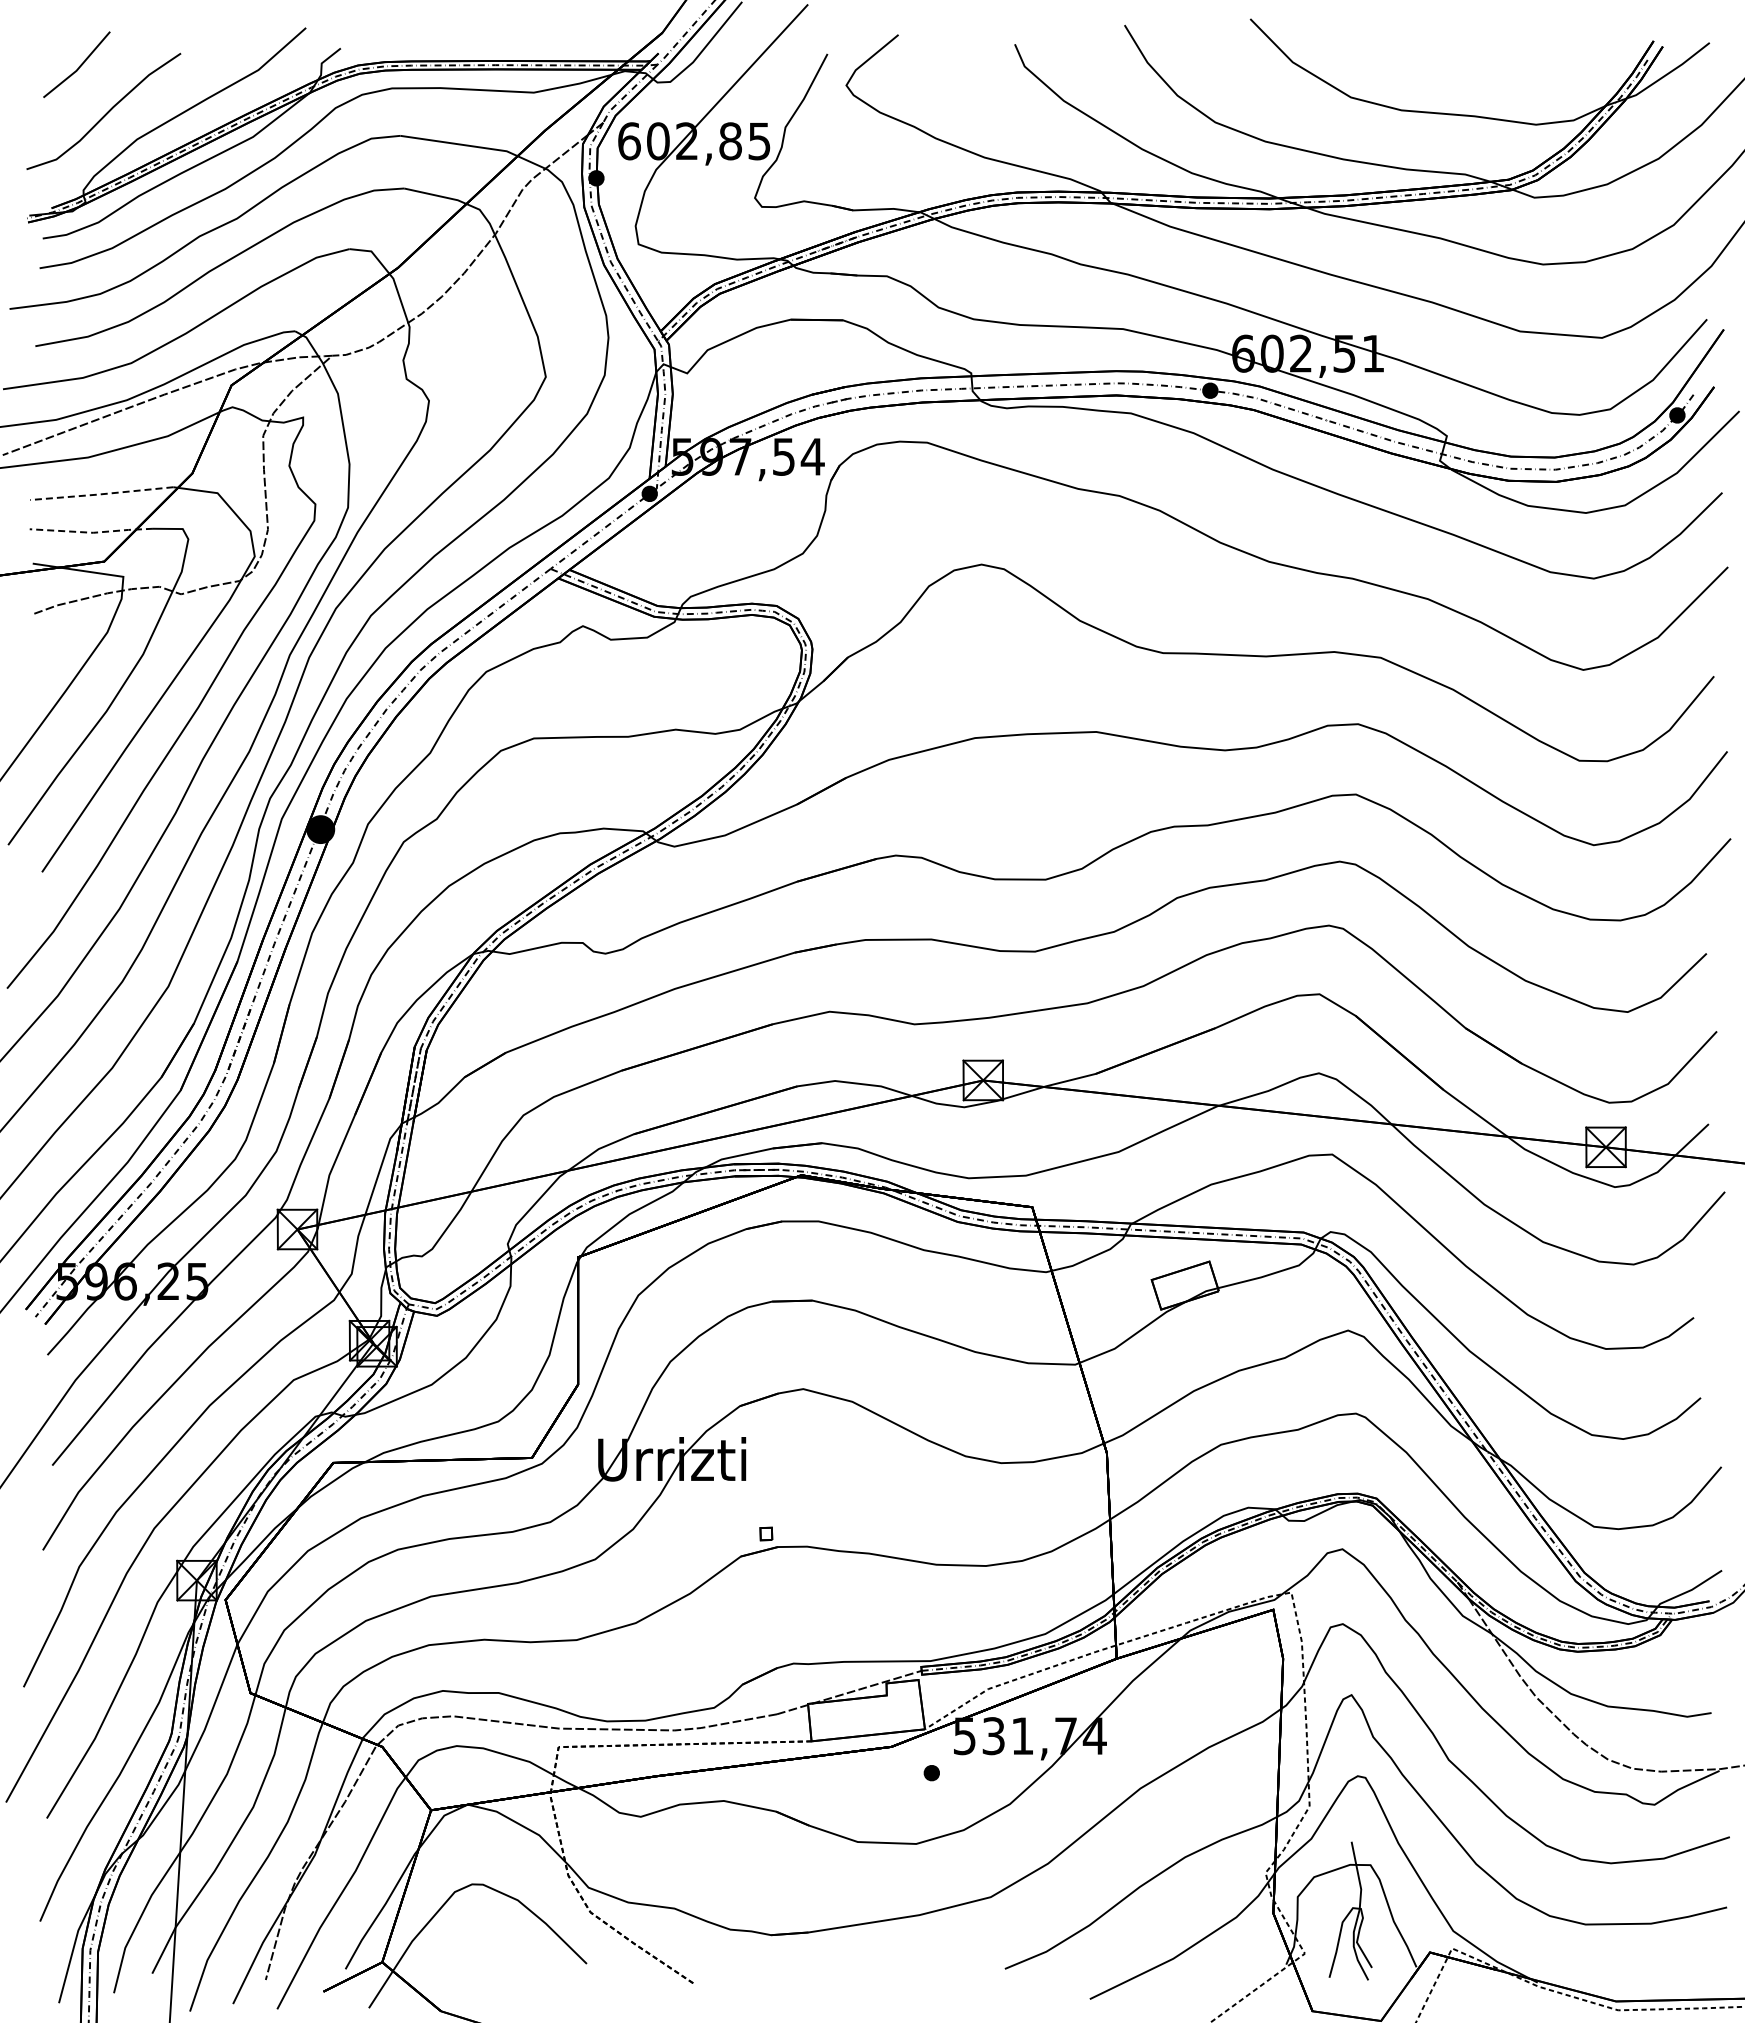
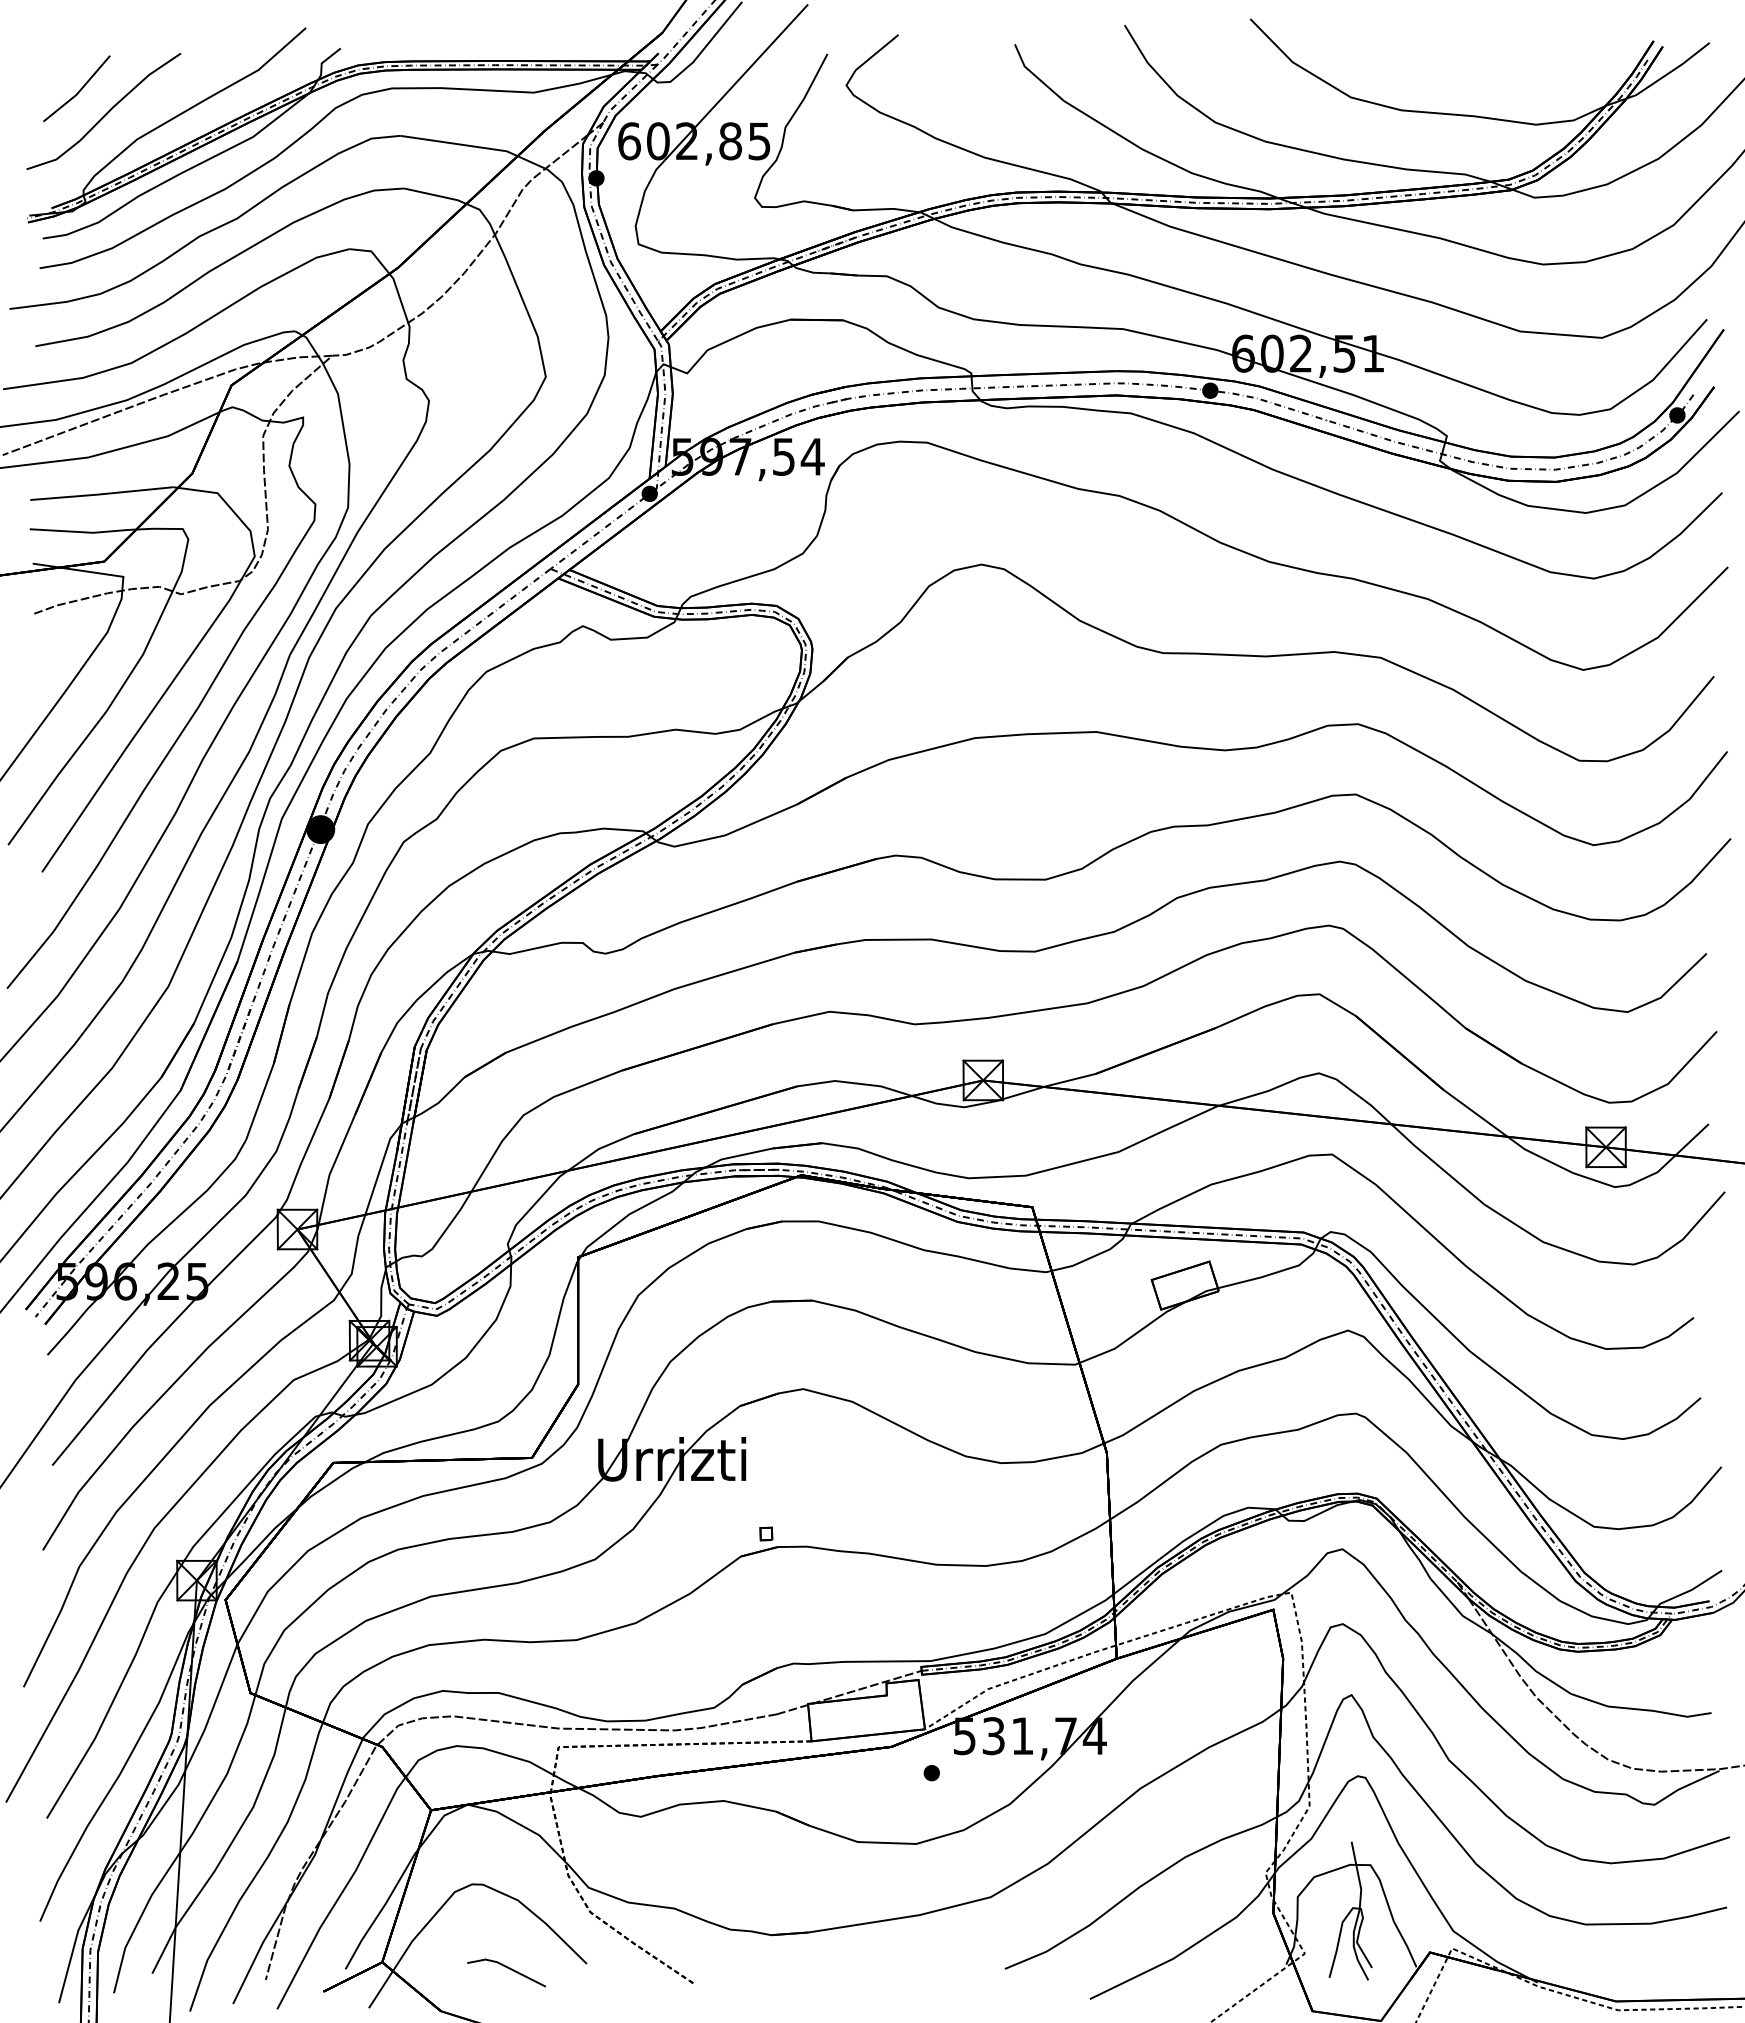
line at (79, 65) position: (79, 65) -> (79, 89)
line at (101, 494): dashed -> solid
line at (92, 532): dashed -> solid
line at (507, 1968): none -> present
